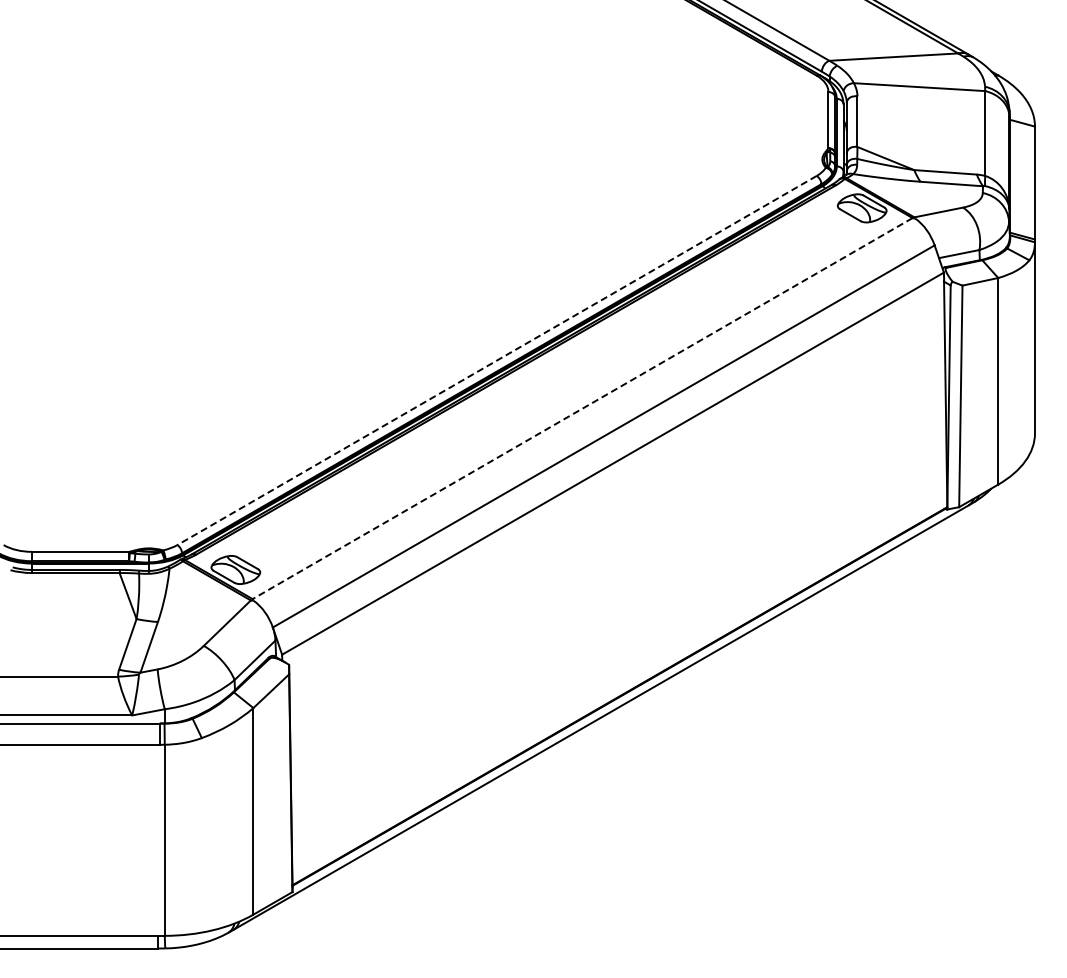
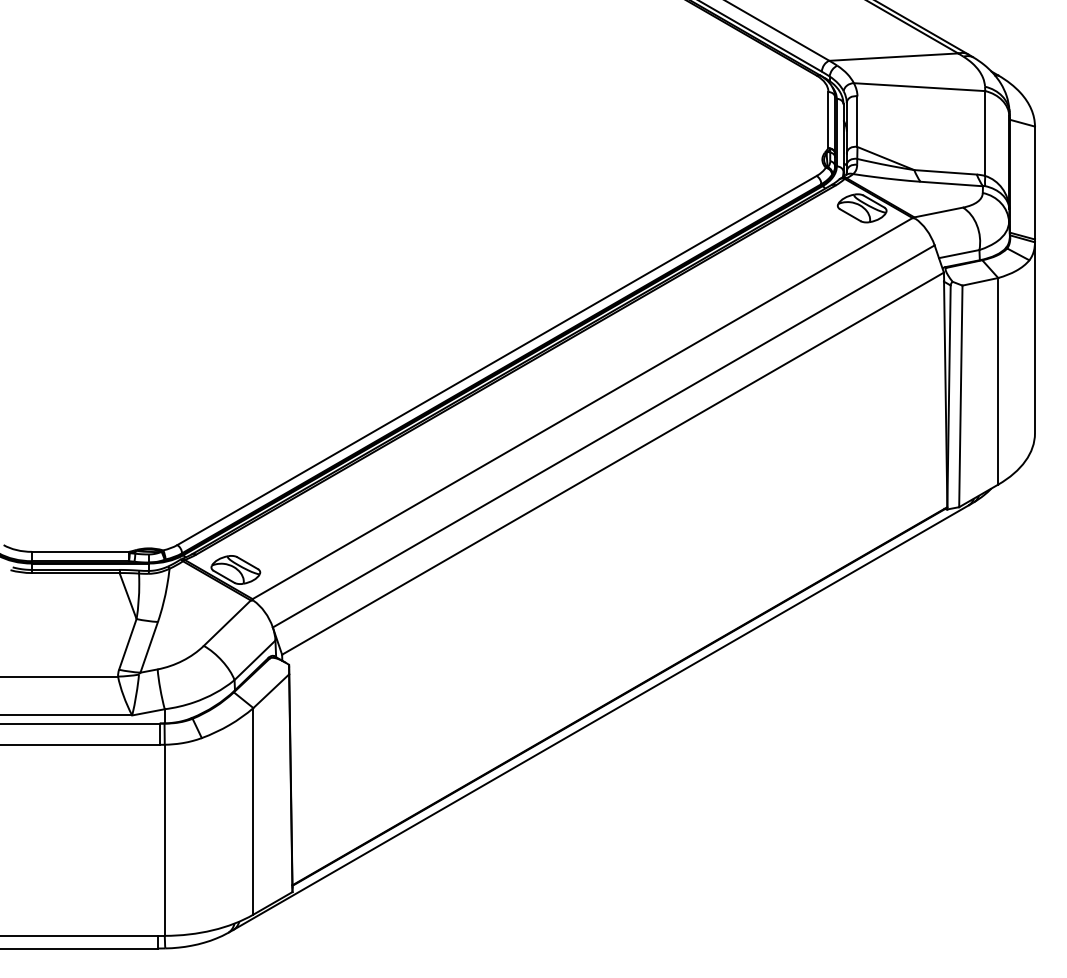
line at (496, 360): dashed -> solid
line at (582, 408): dashed -> solid
